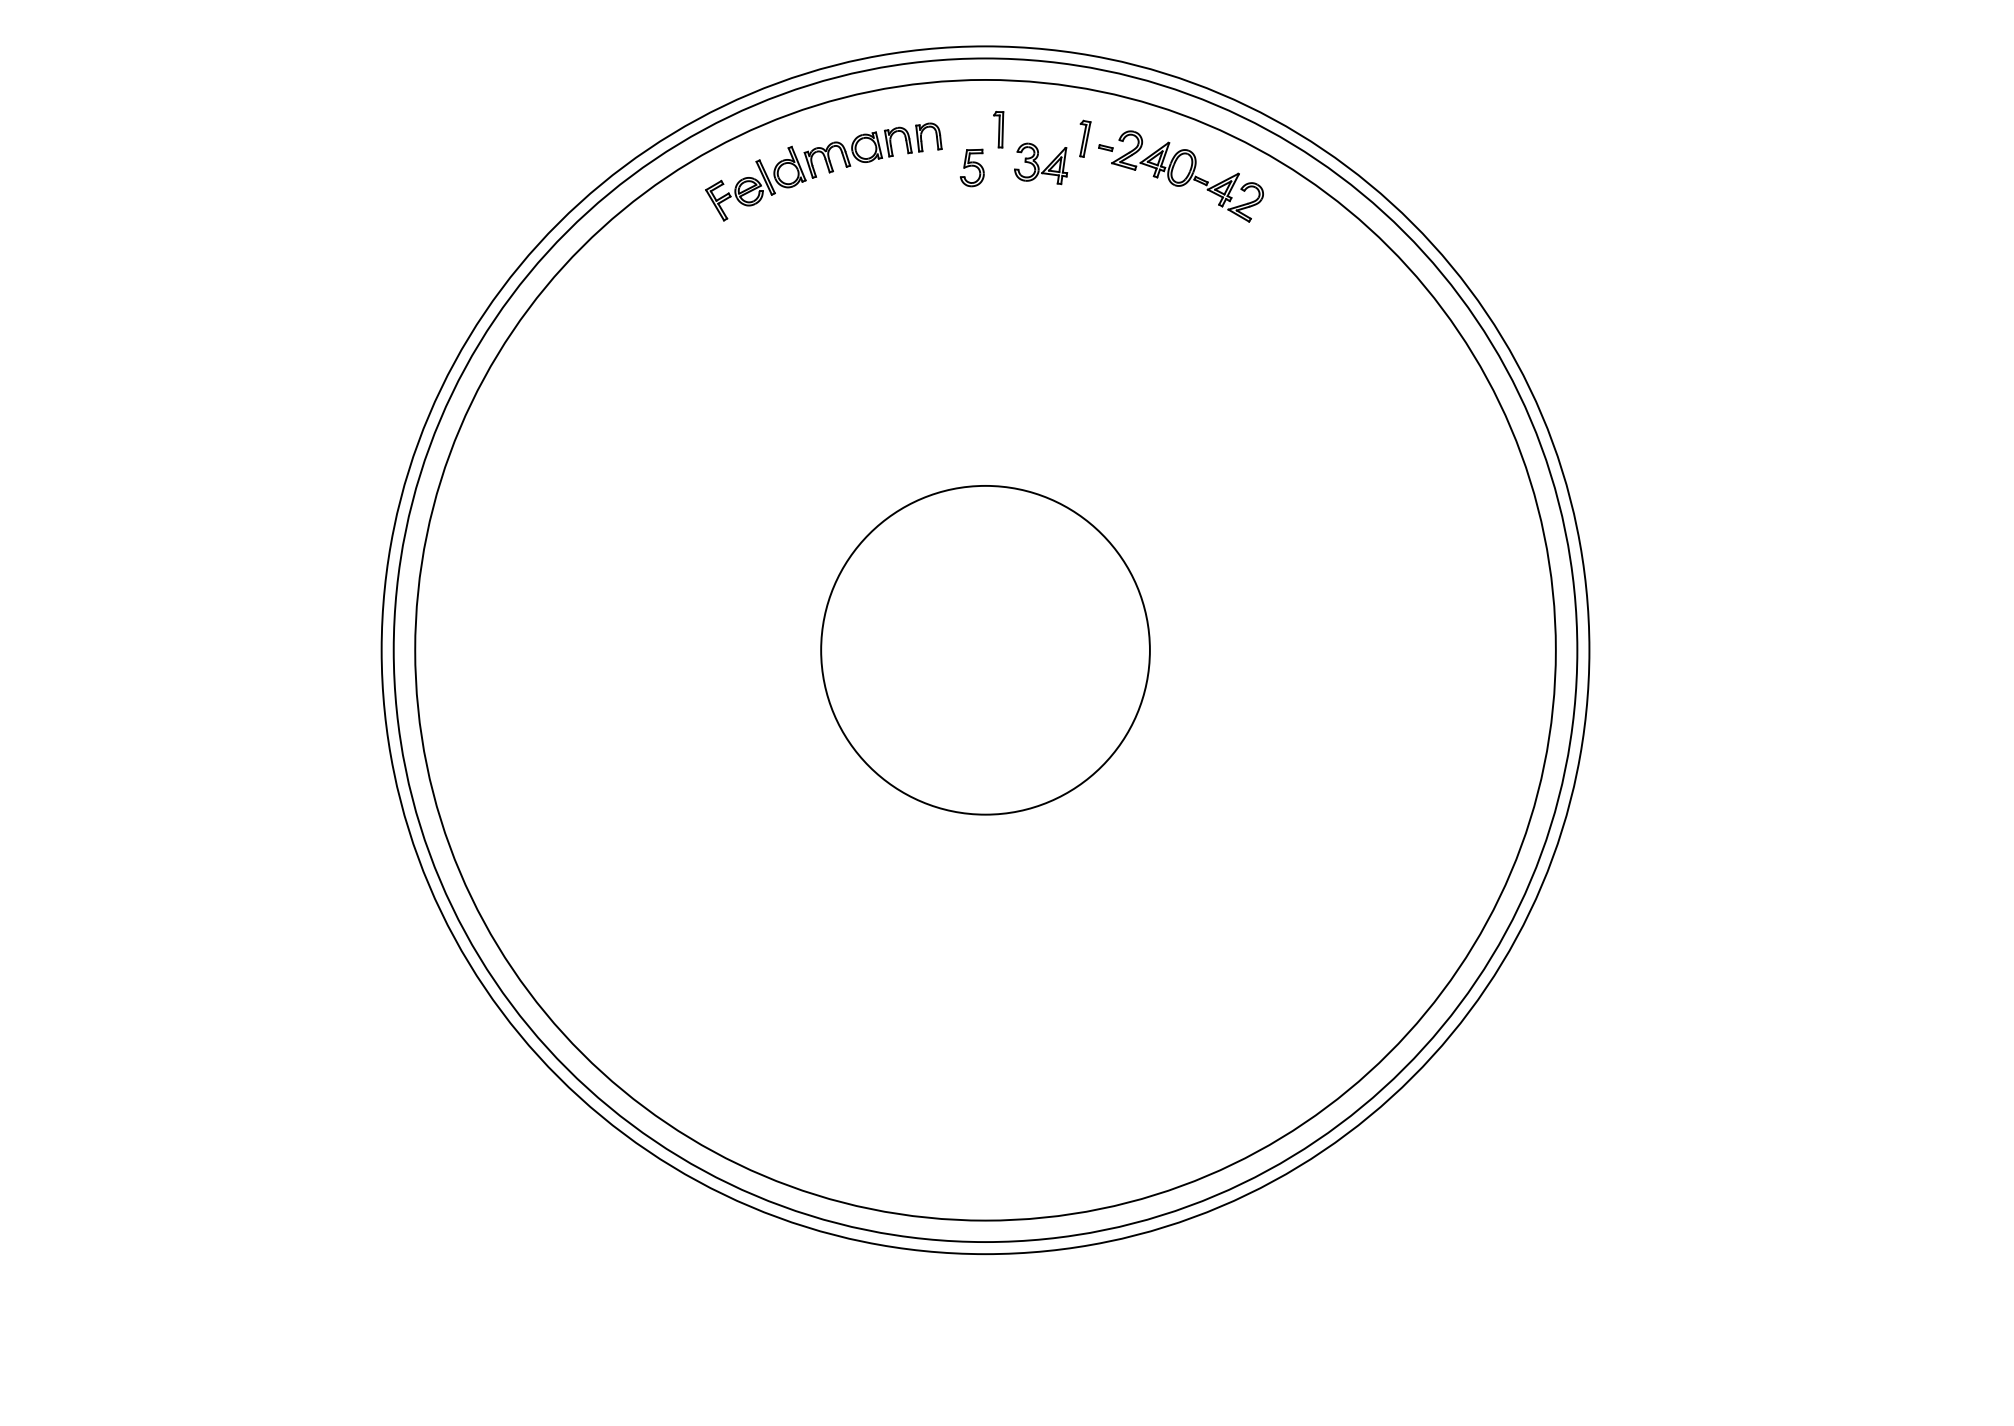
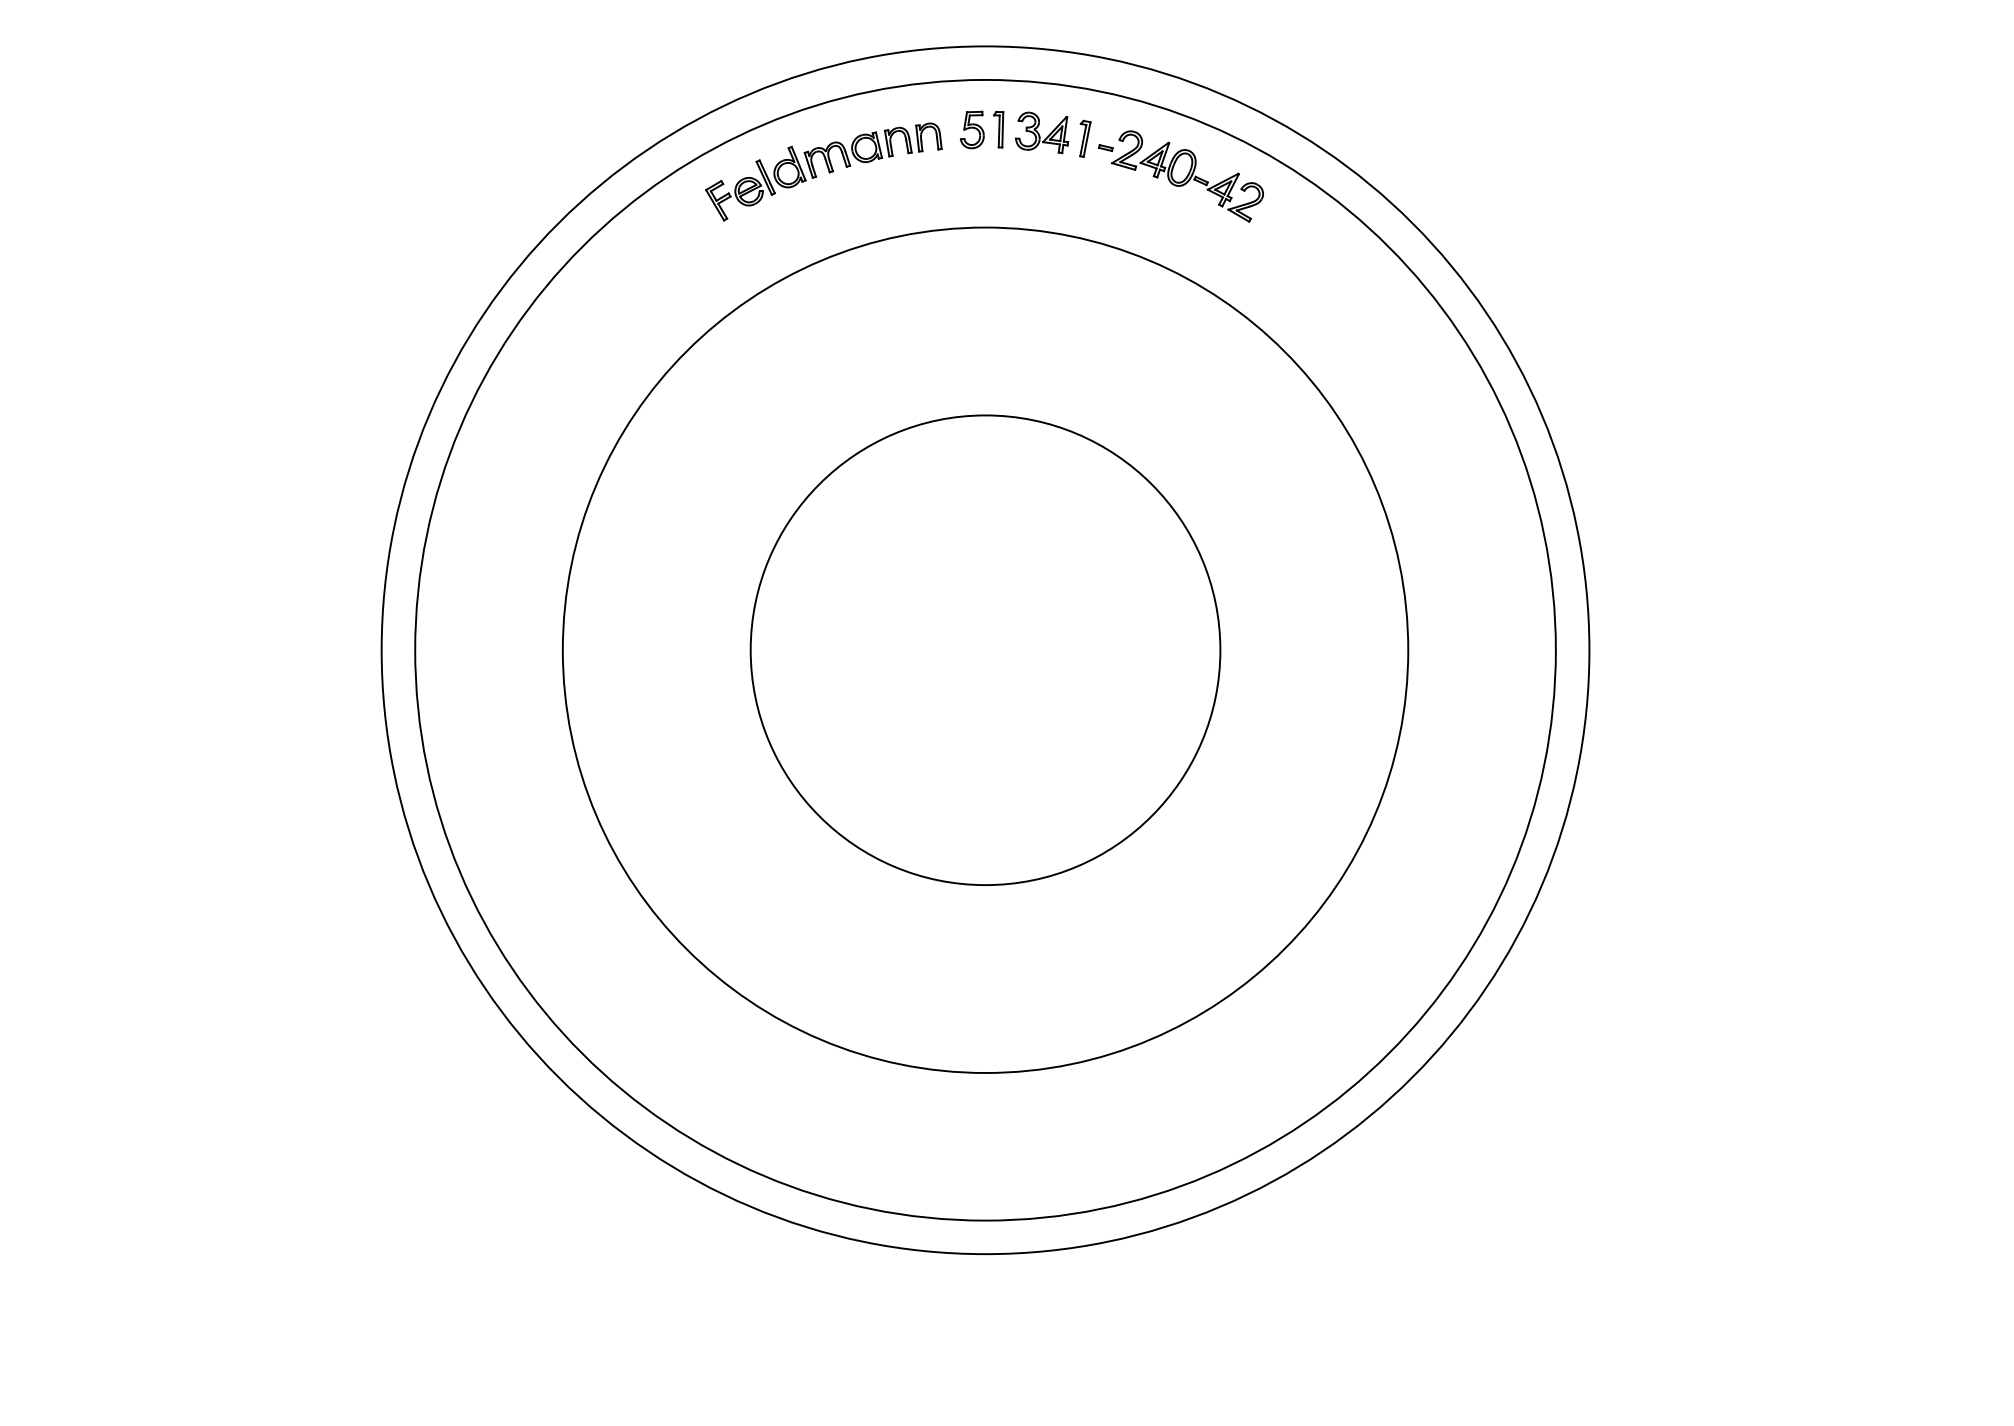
part at (1041, 163) position: (1041, 163) -> (1042, 132)
part at (972, 167) position: (972, 167) -> (972, 129)
circle at (985, 649) diameter: 329 px -> 470 px
circle at (985, 650) diameter: 1184 px -> 845 px
